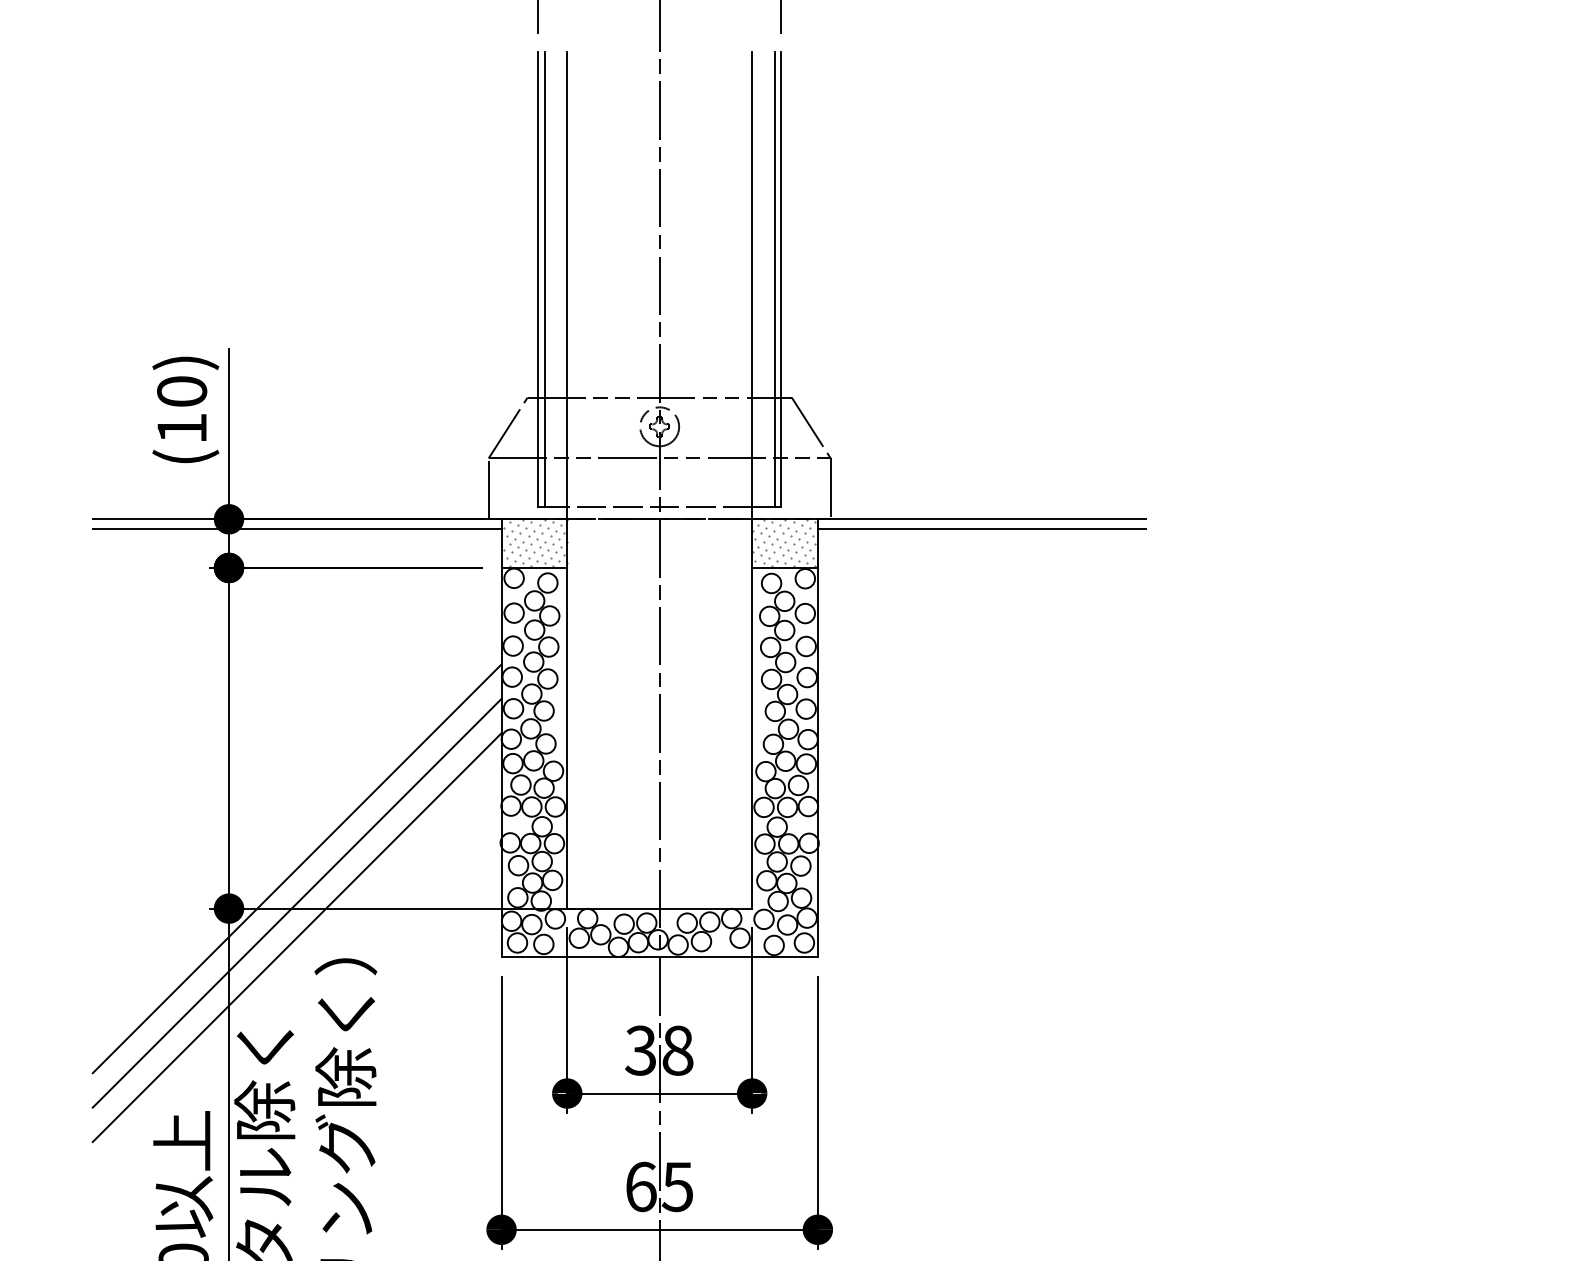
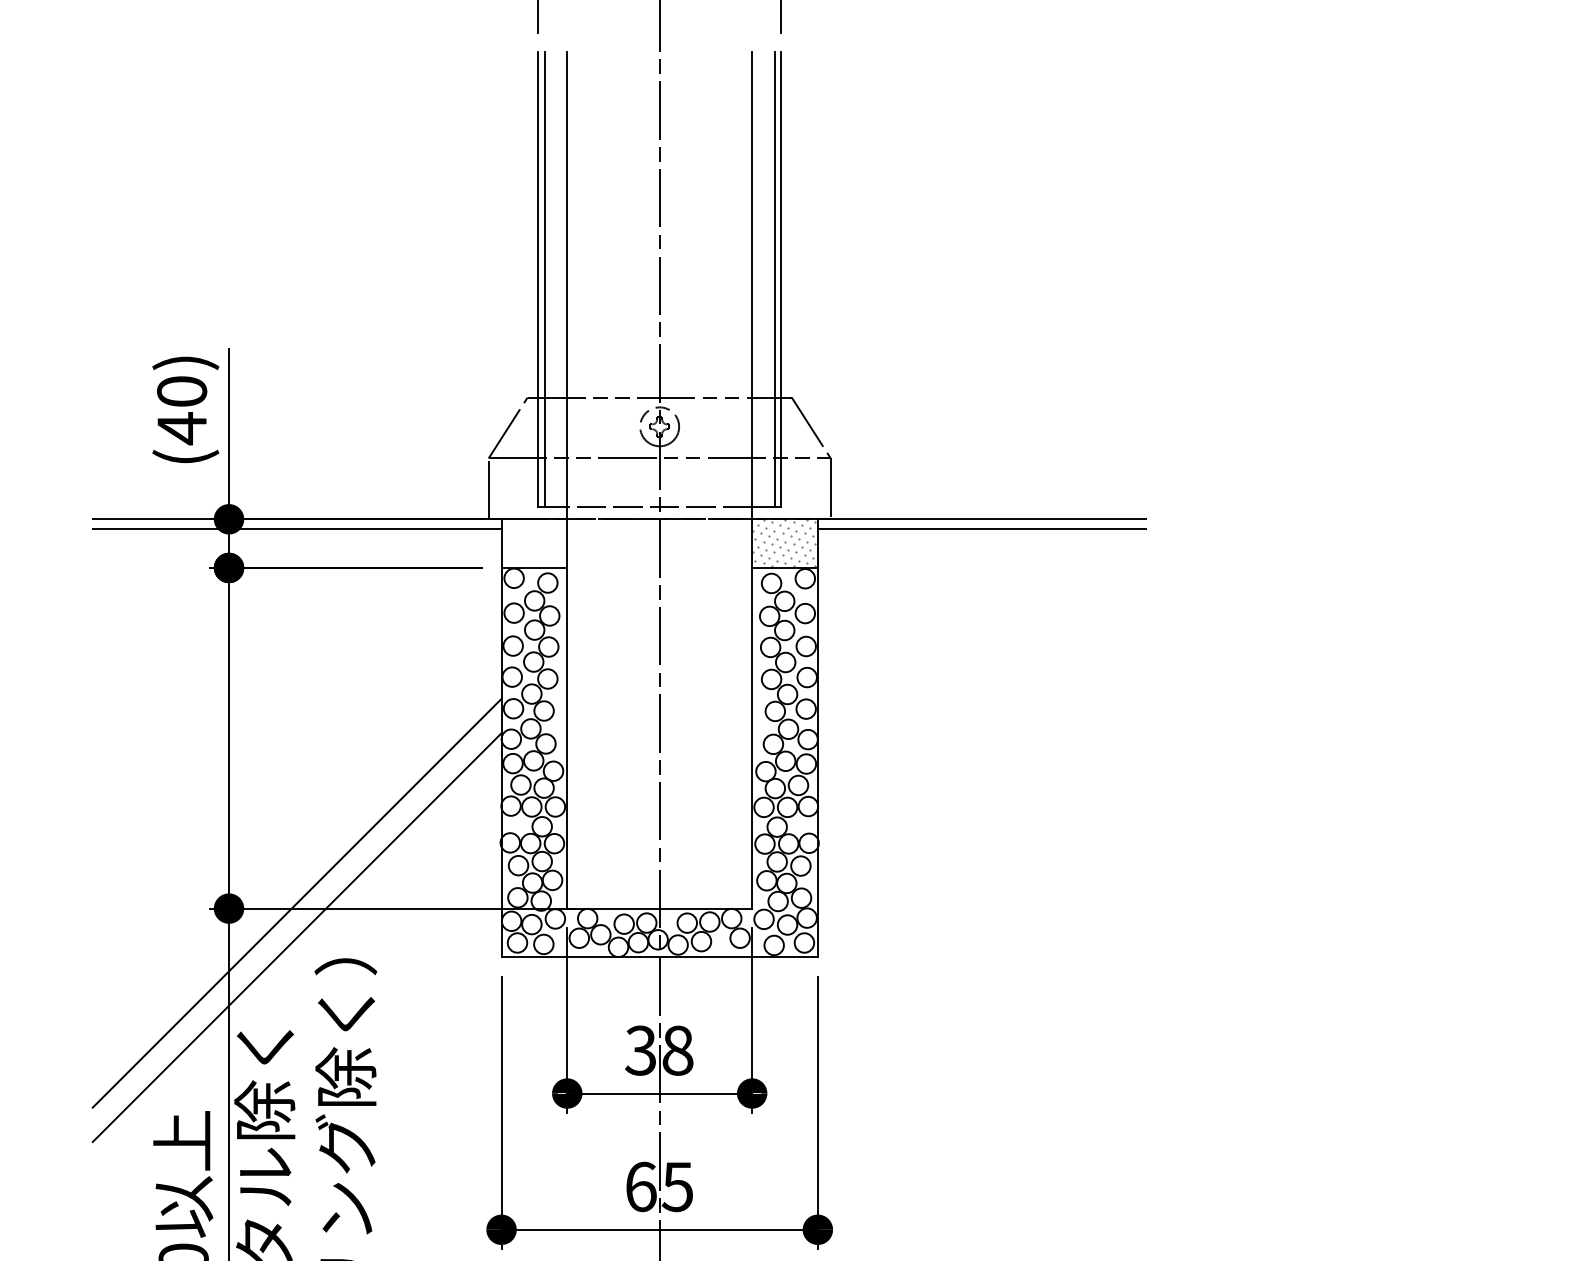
text at (181, 428): (10) -> (40)
hatch at (535, 542): present -> none
line at (296, 868): present -> none
